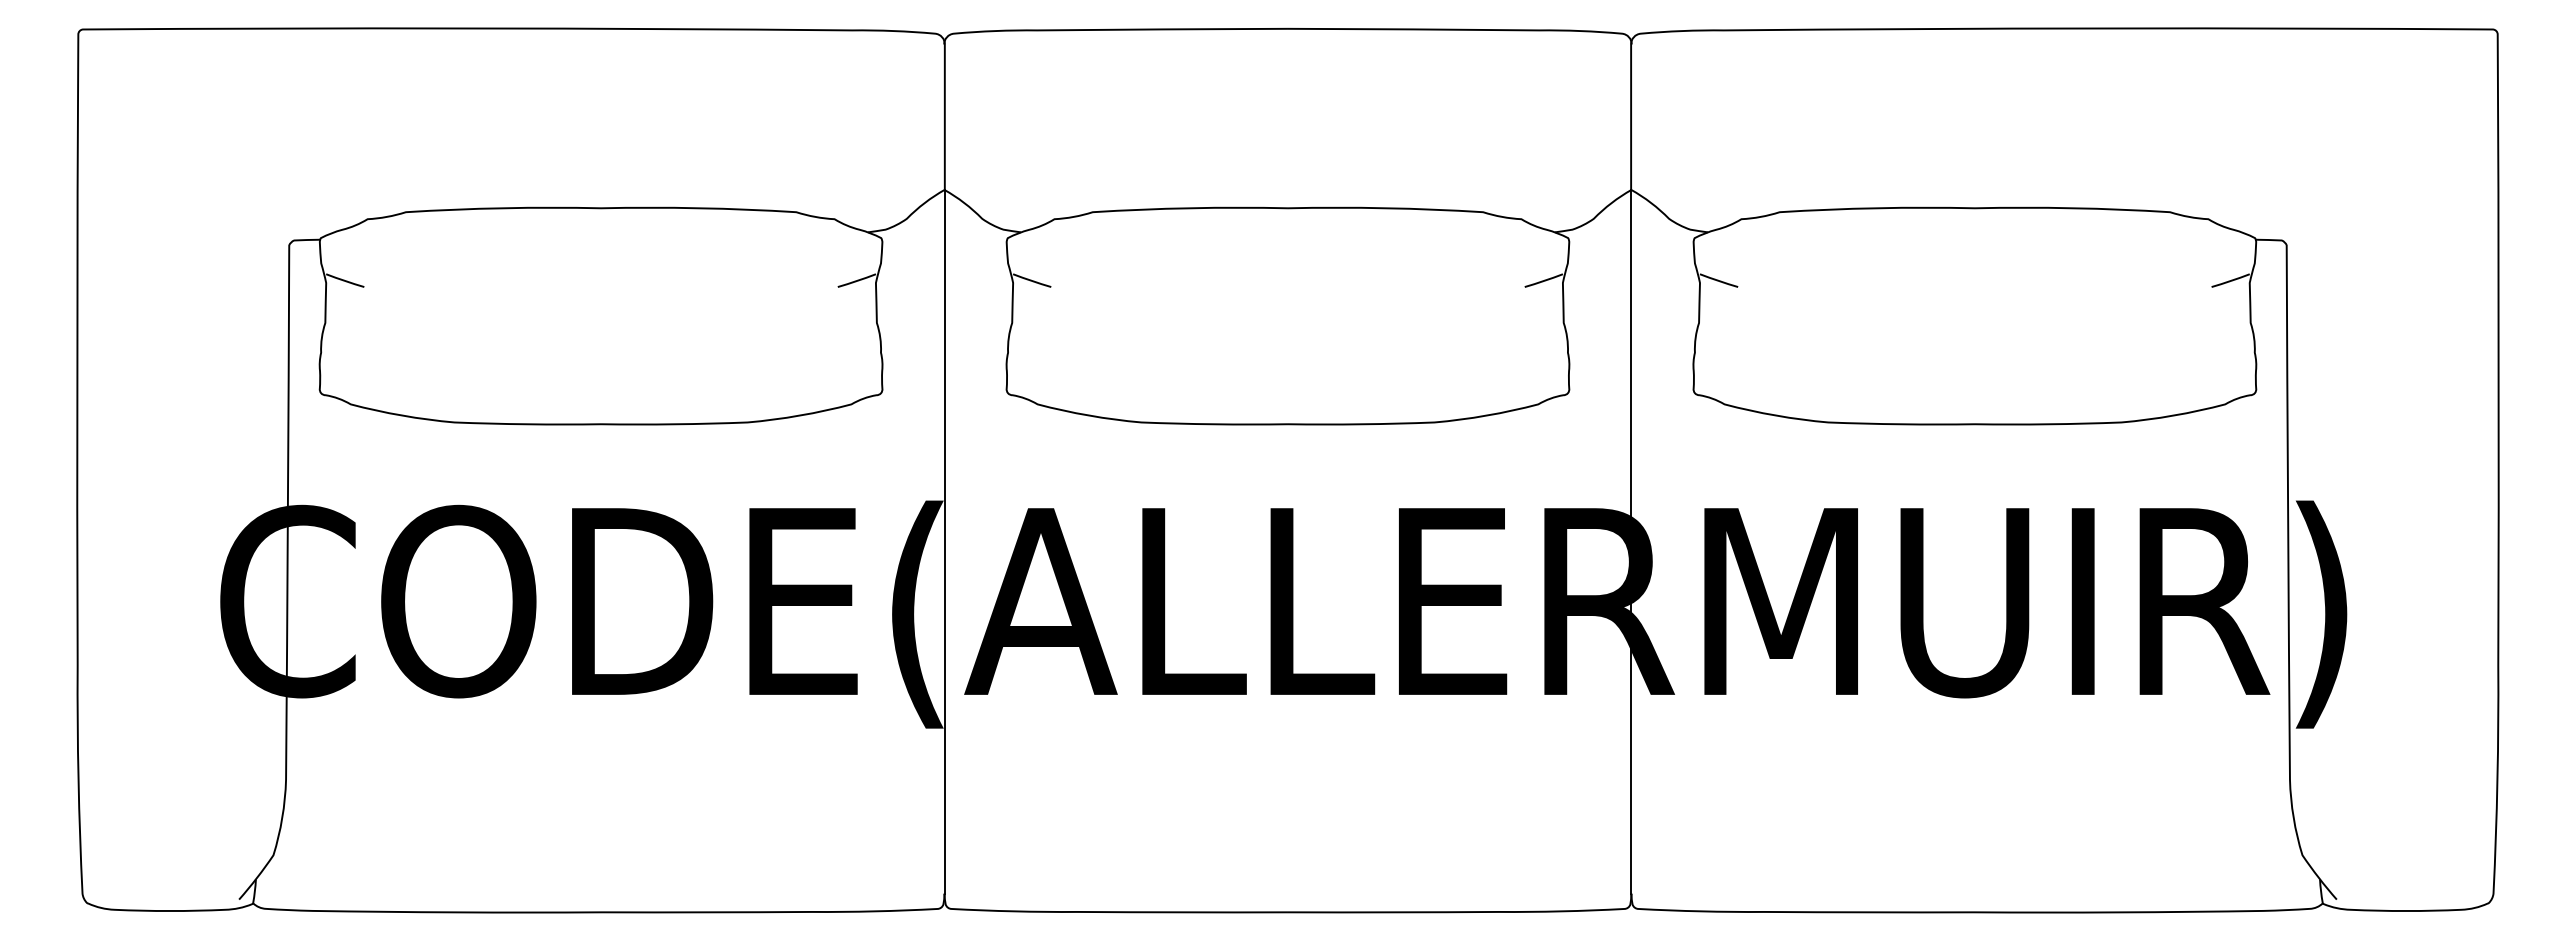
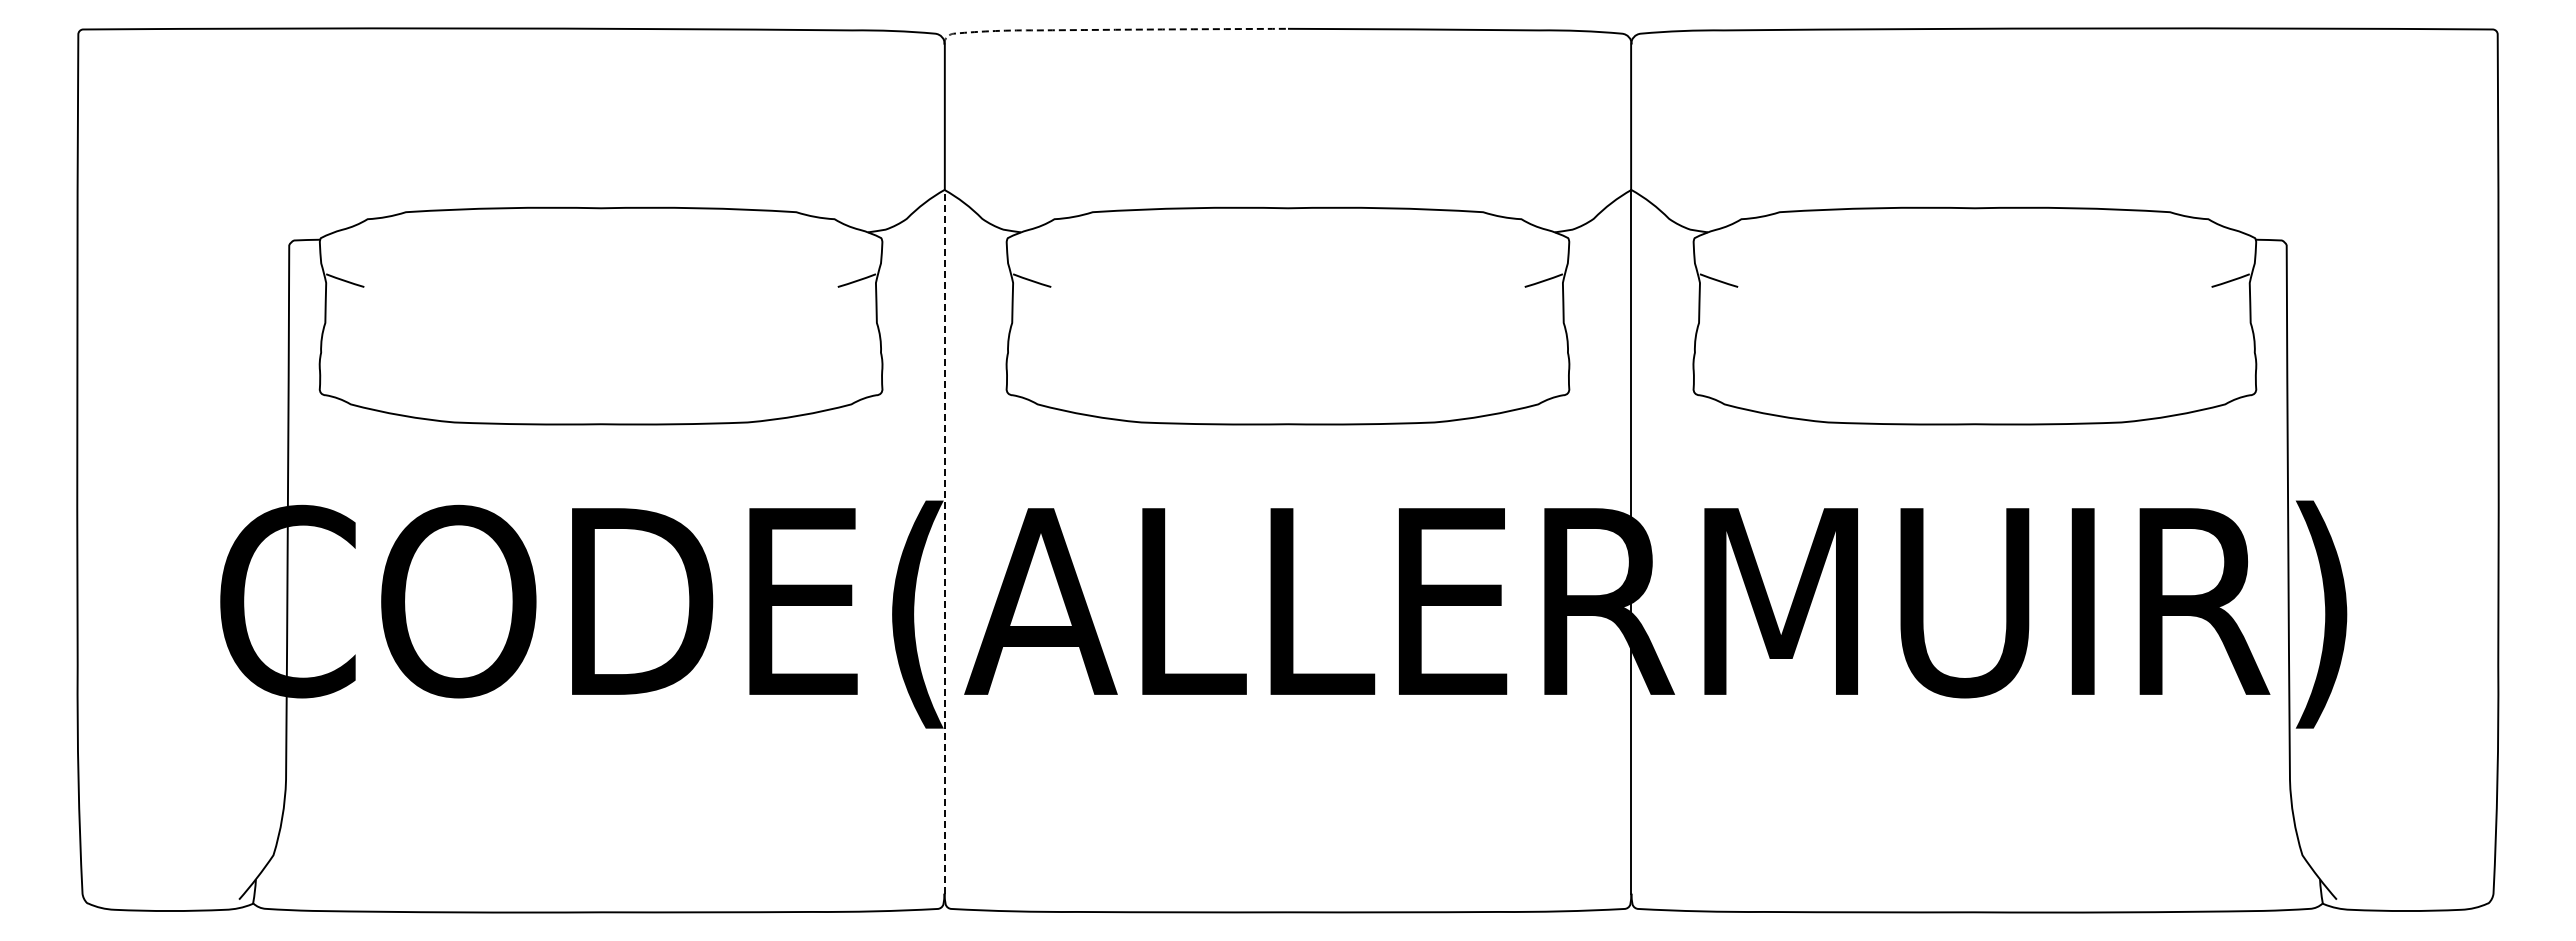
line at (1108, 29): solid -> dashed
line at (944, 541): solid -> dashed
